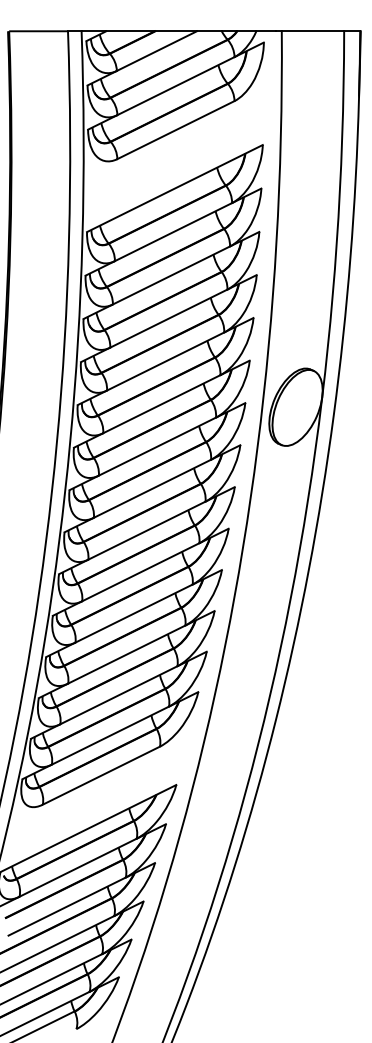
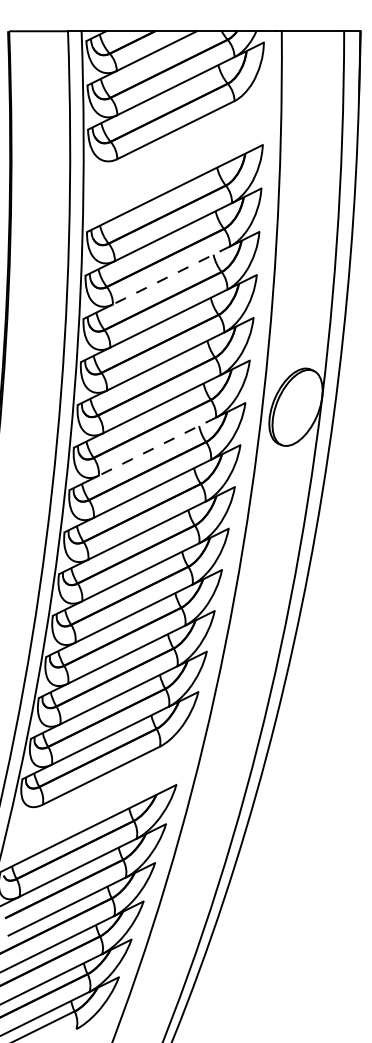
line at (170, 275): solid -> dashed
line at (156, 446): solid -> dashed
